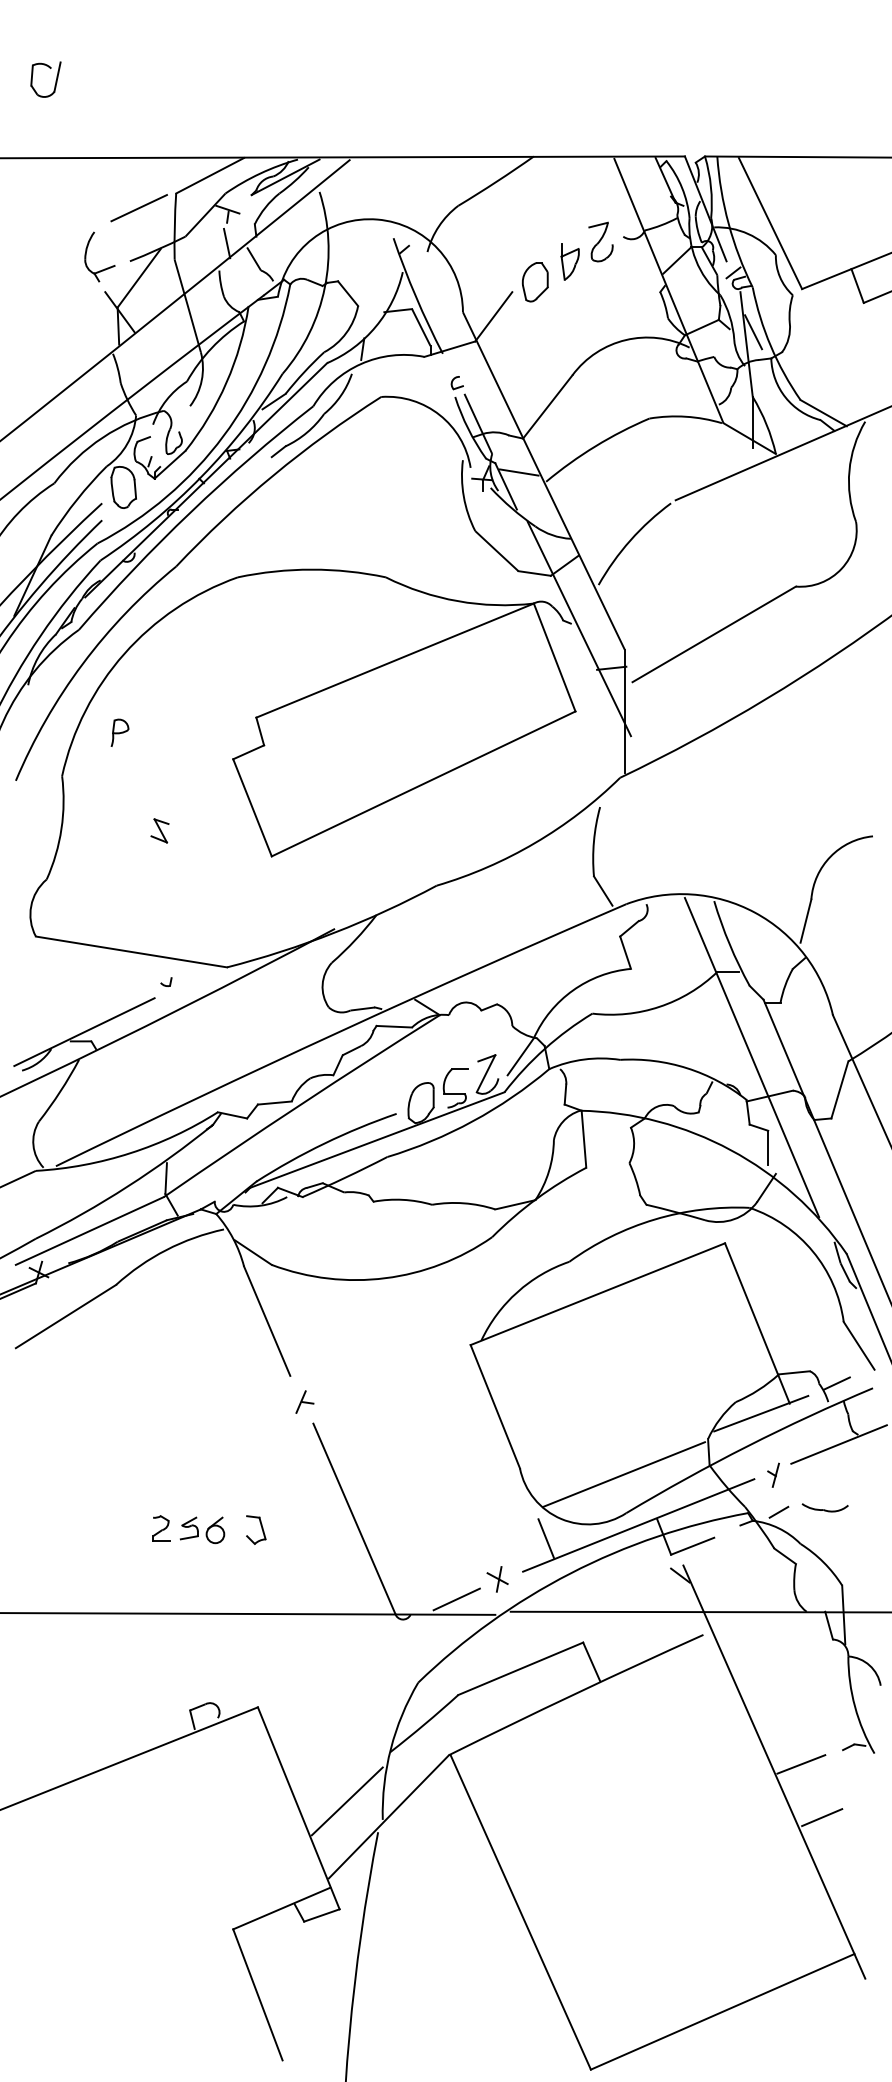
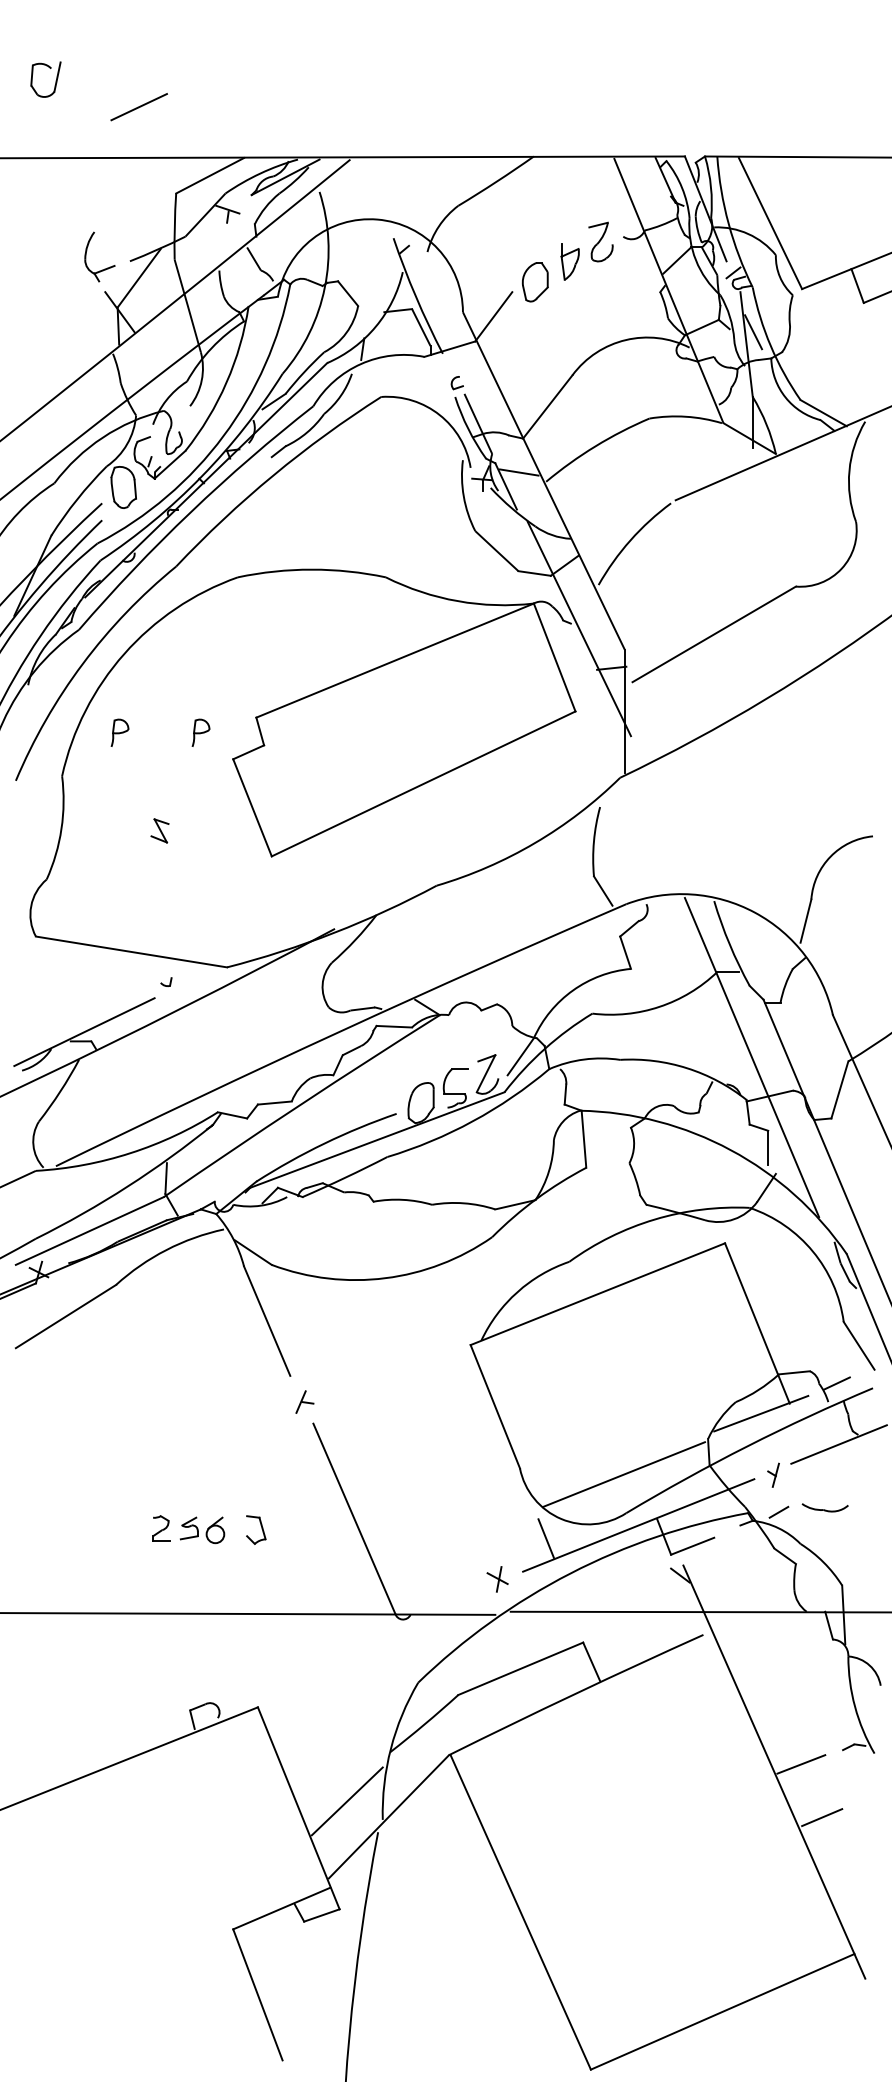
line at (138, 208) position: (138, 208) -> (138, 107)
line at (227, 243): present -> none
part at (200, 732): none -> present
line at (456, 1599): present -> none
